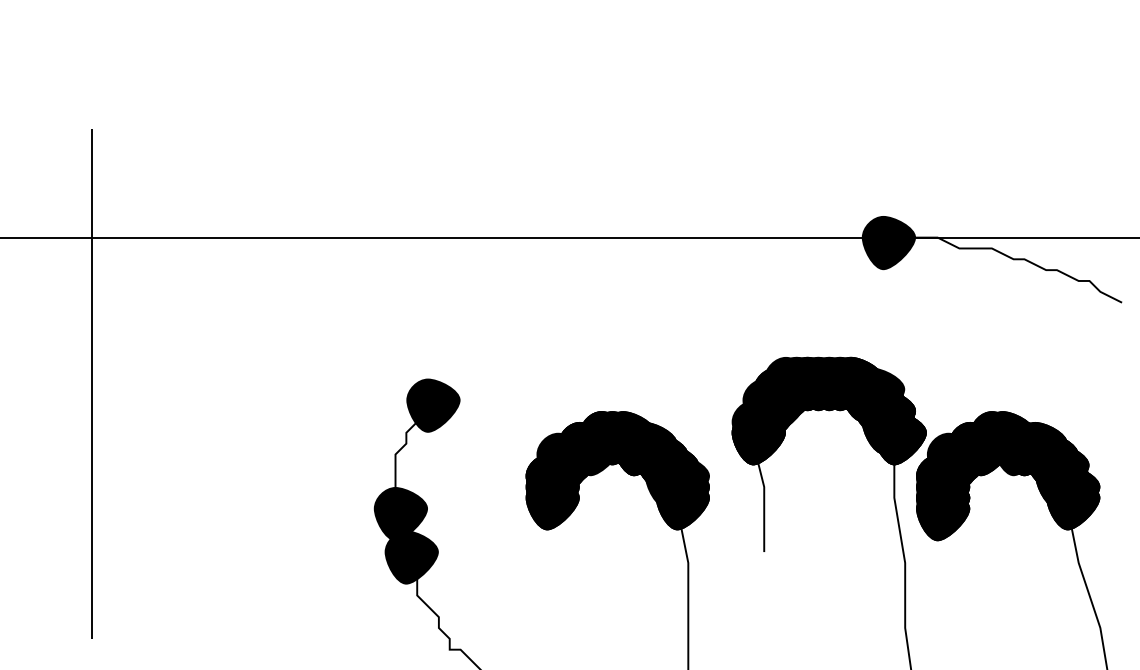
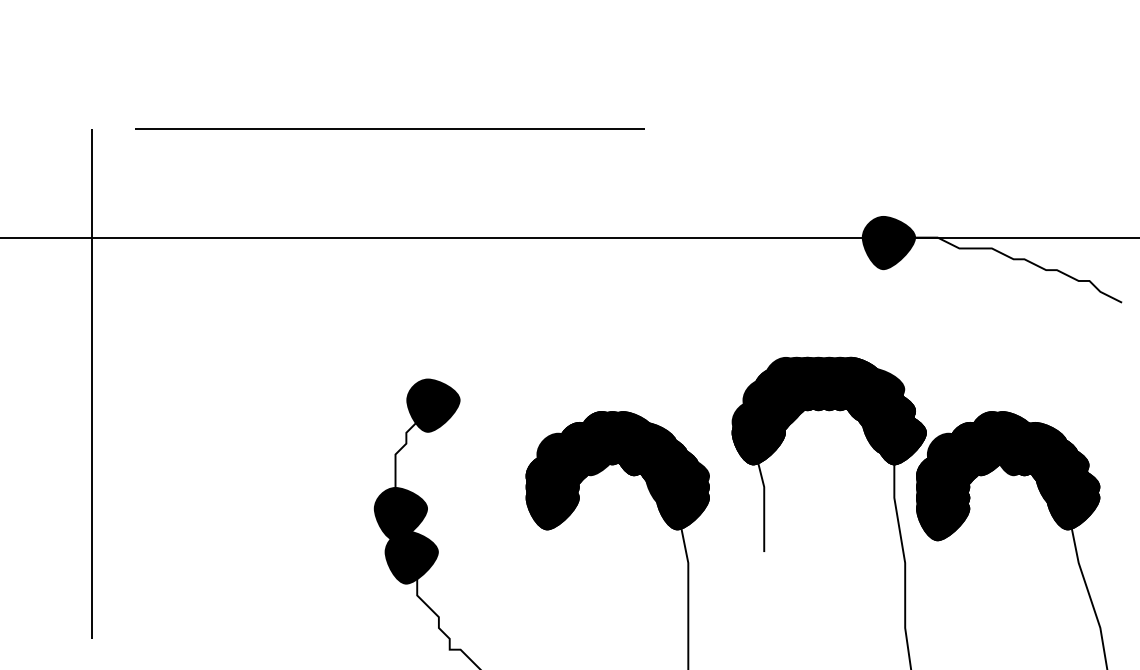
line at (389, 128): none -> present
